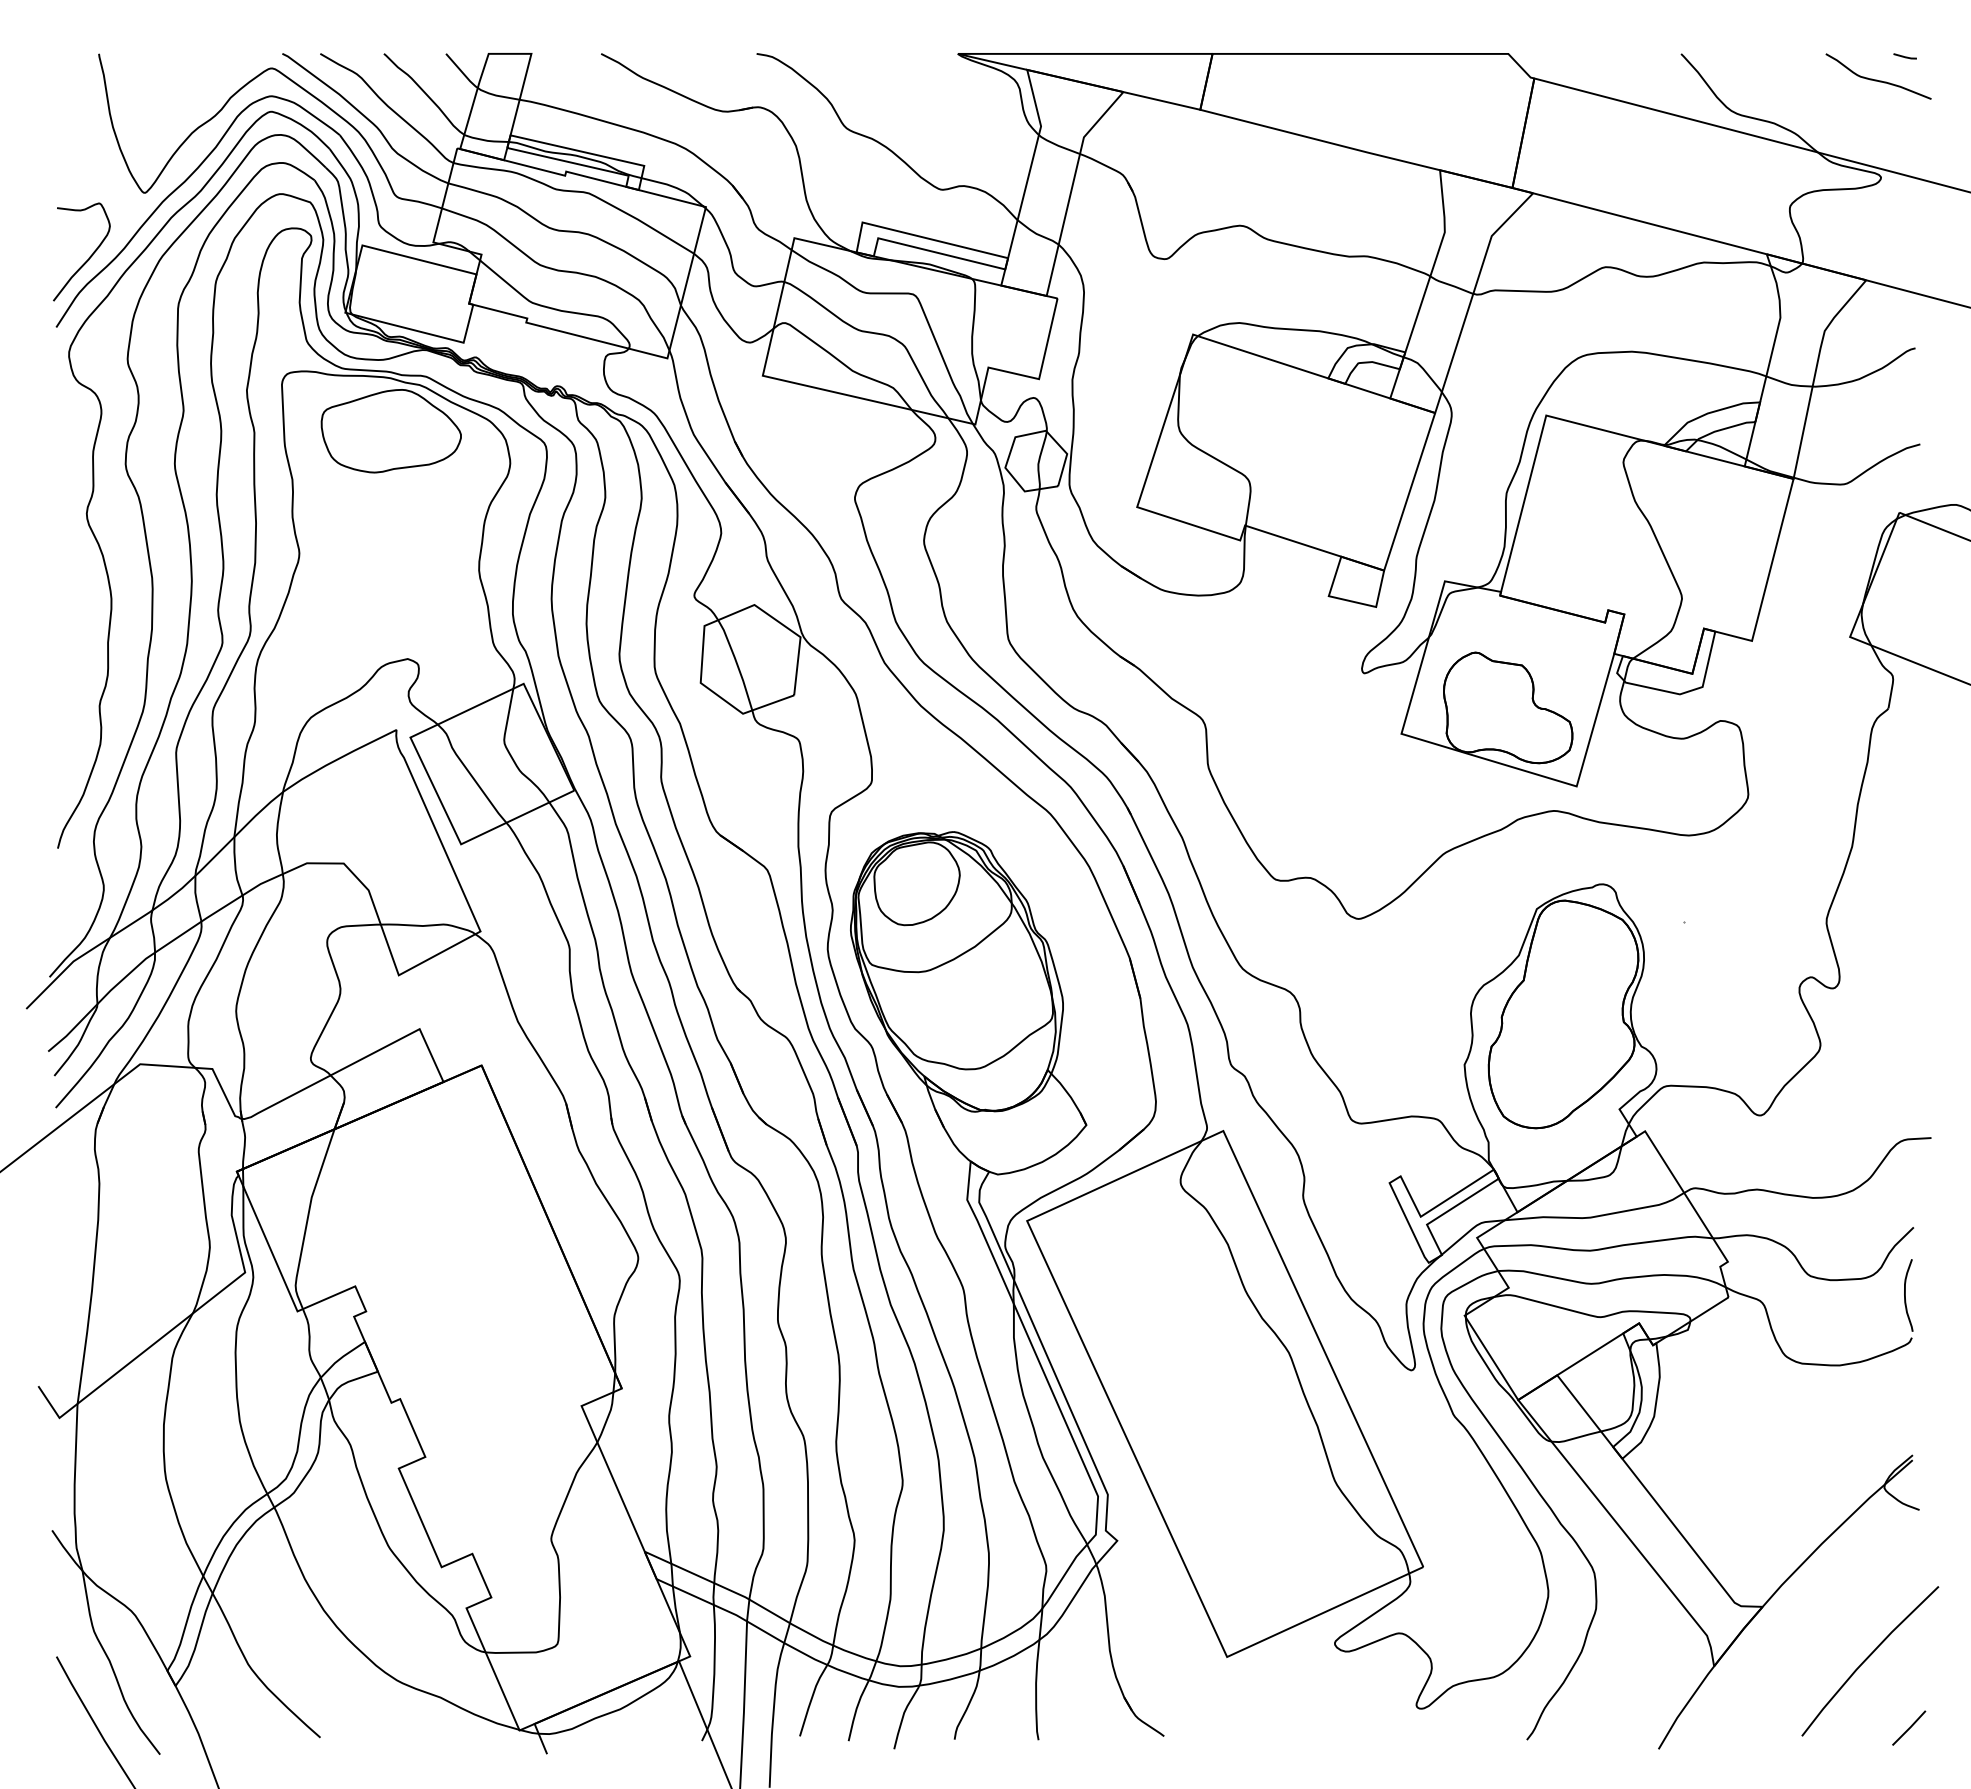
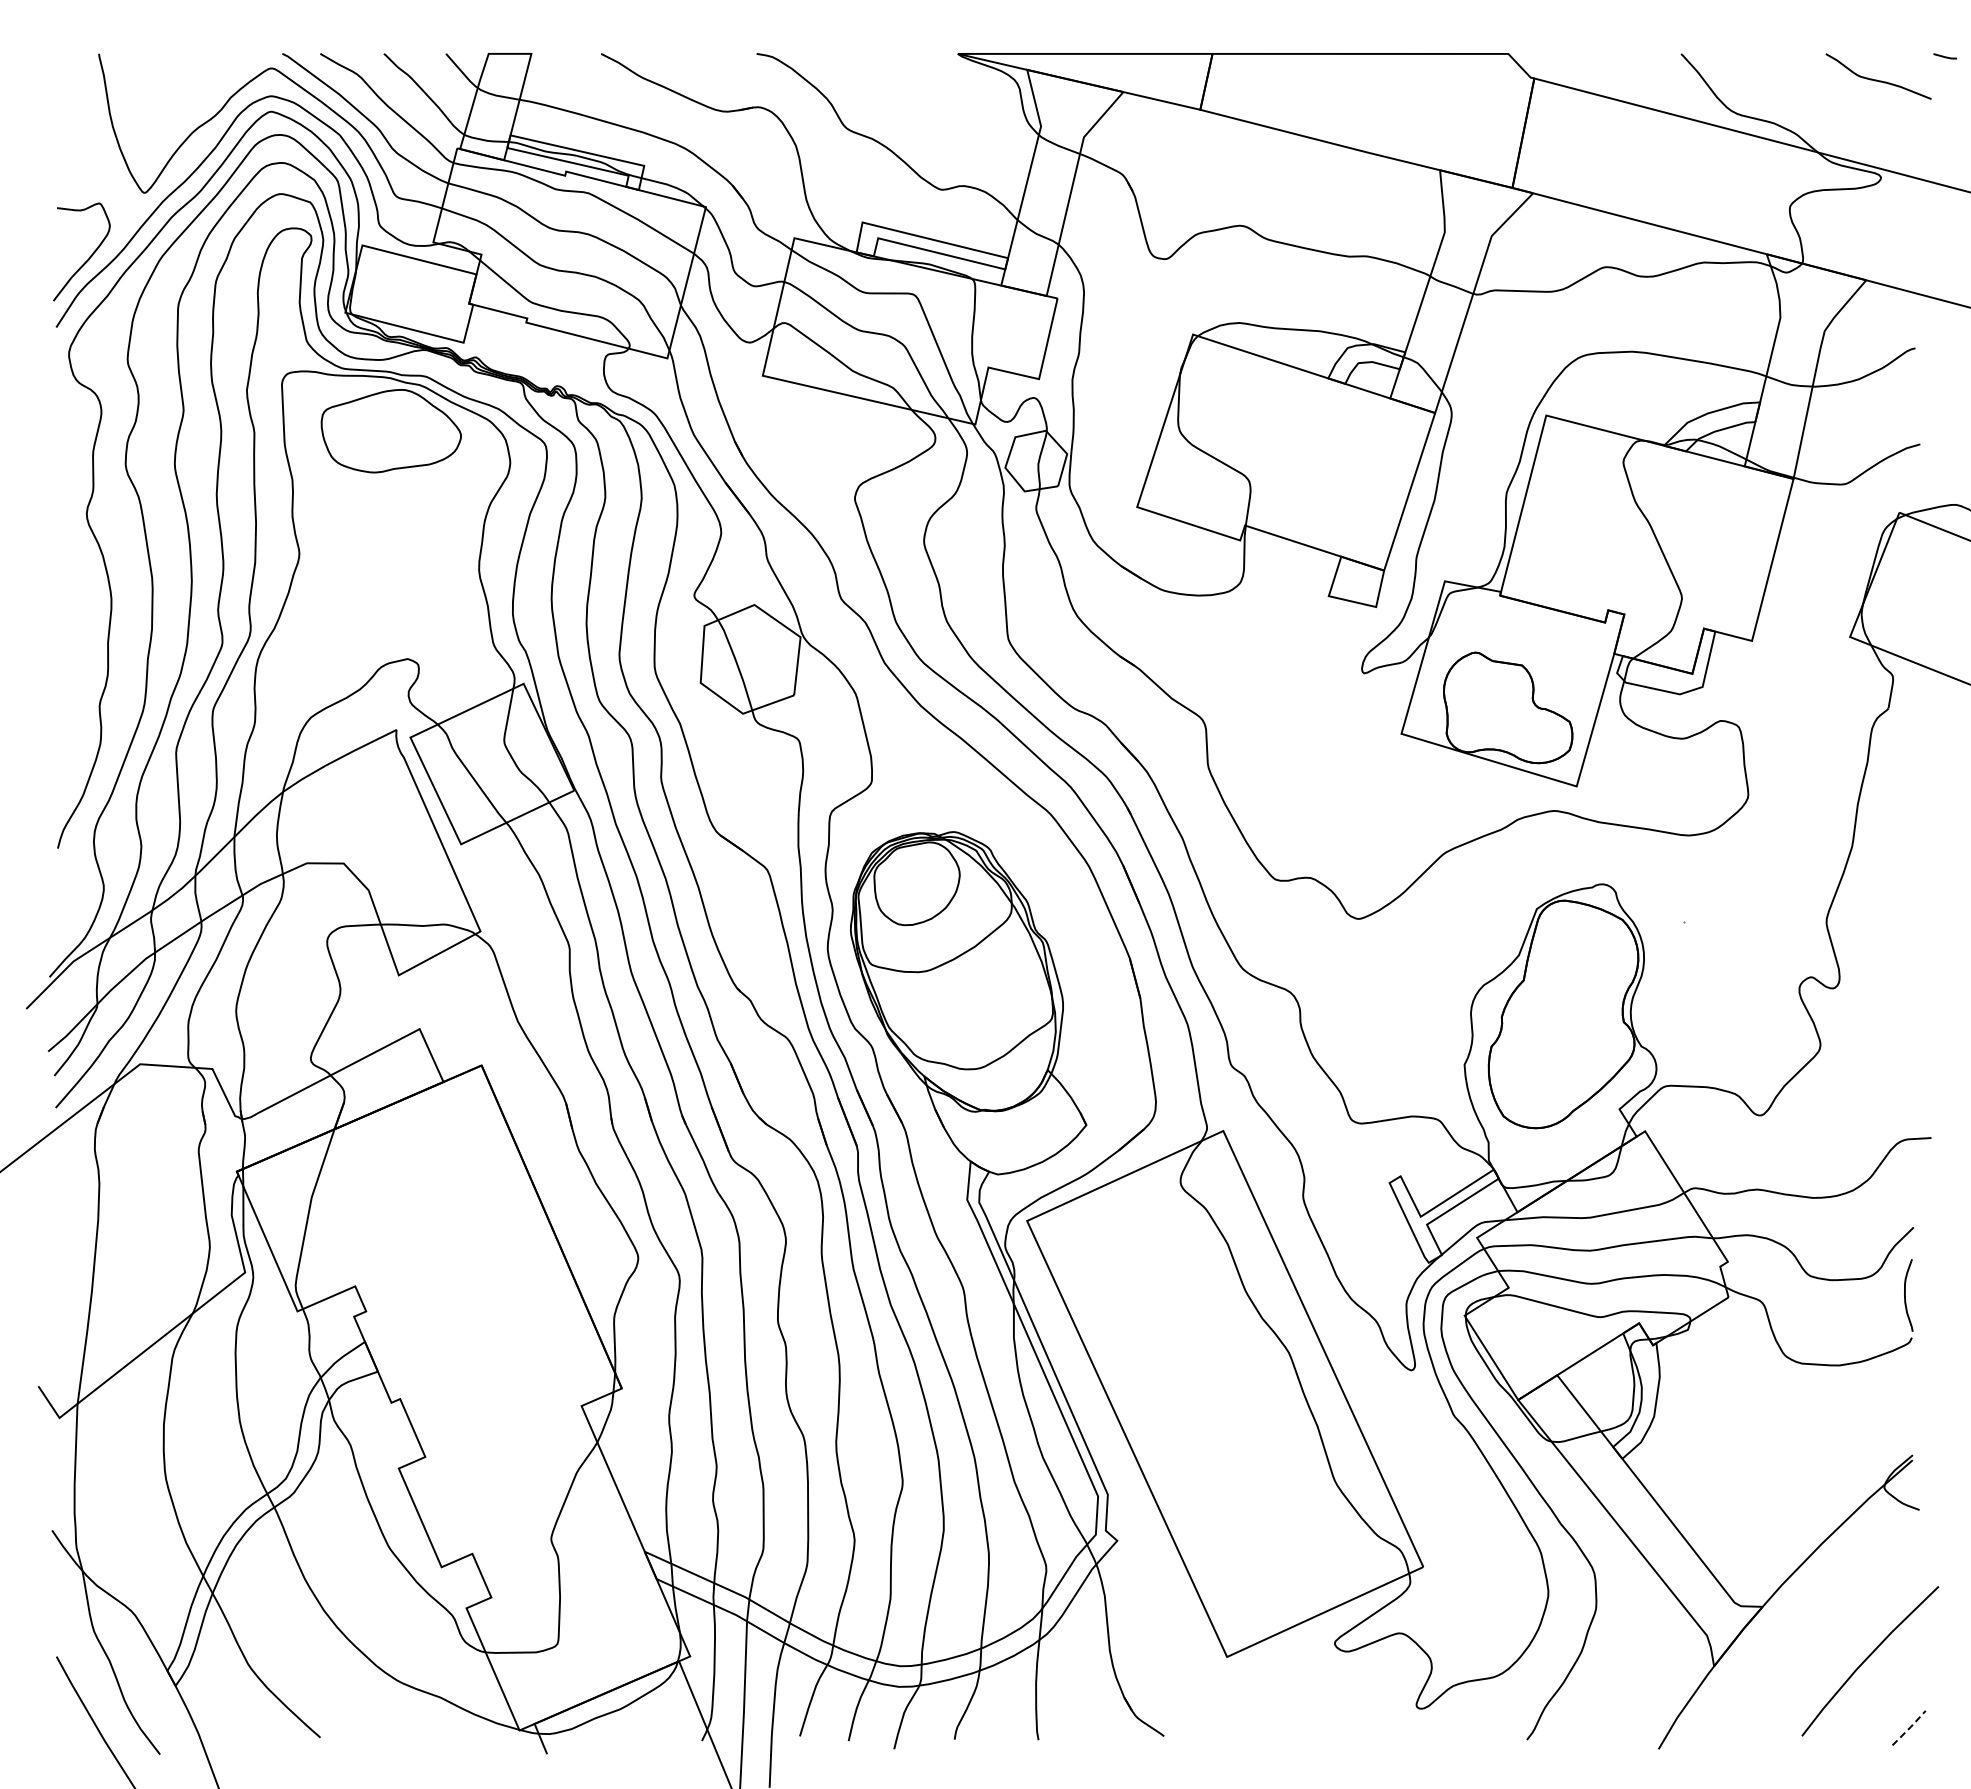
line at (1904, 56) position: (1904, 56) -> (1944, 56)
line at (1910, 1727): solid -> dashed
